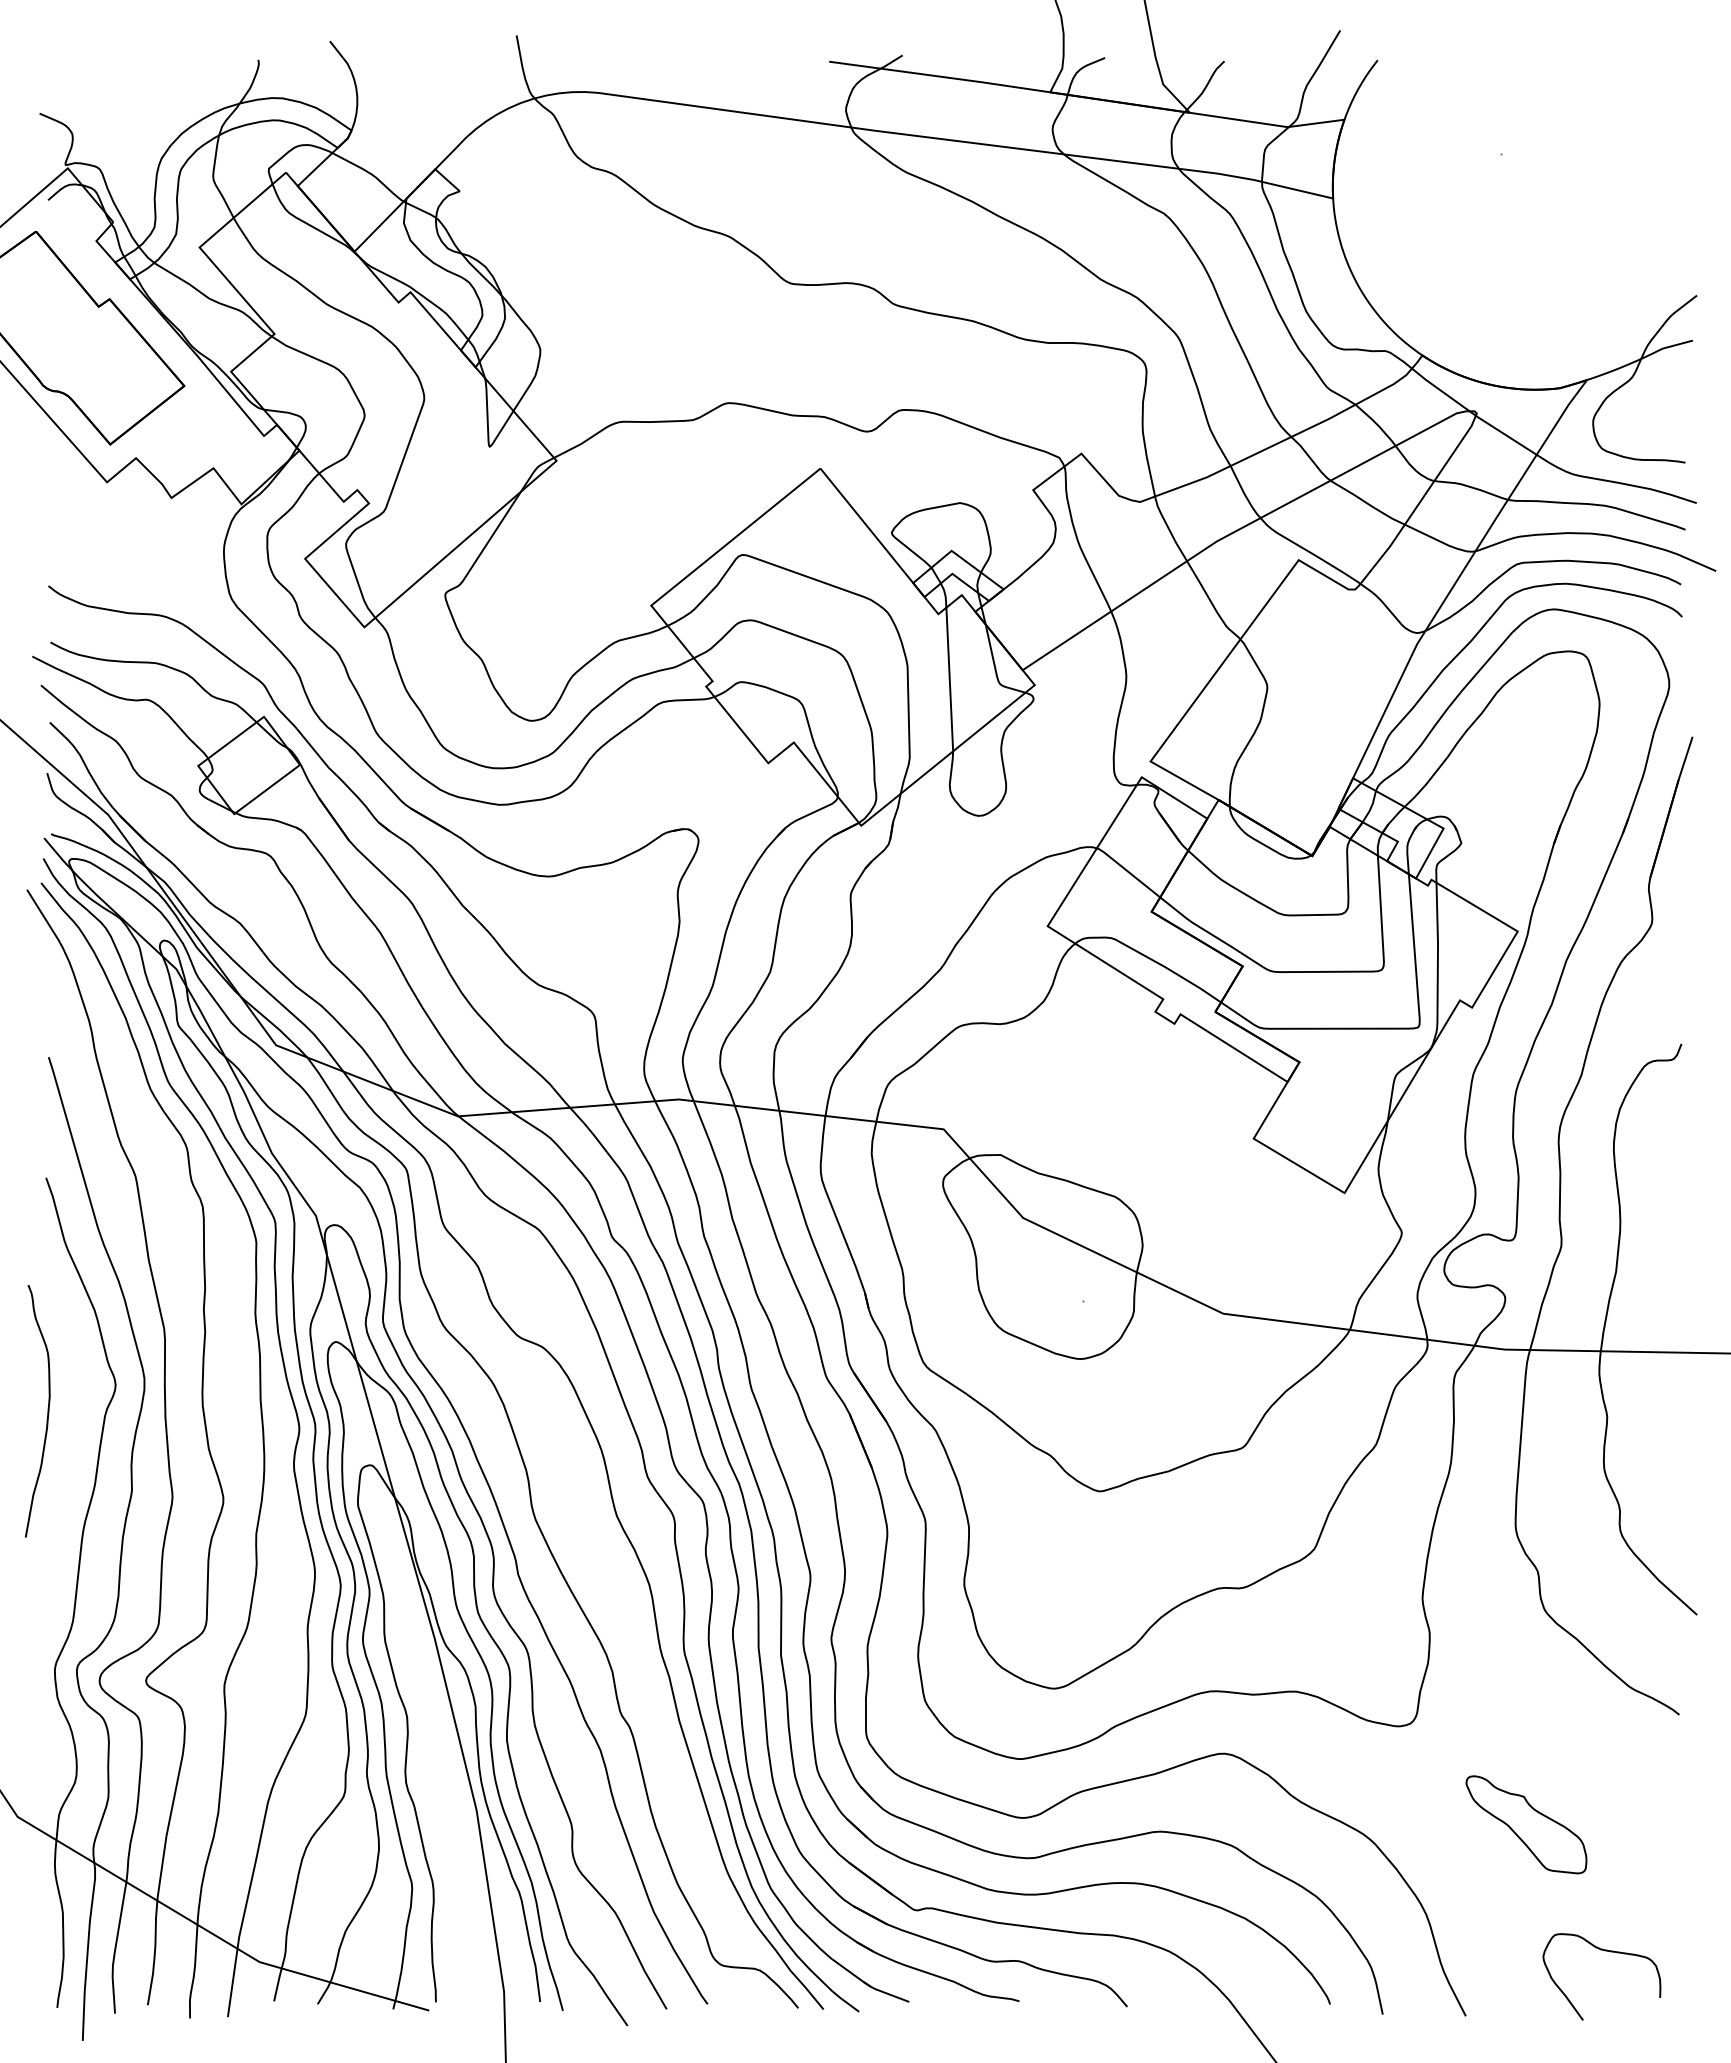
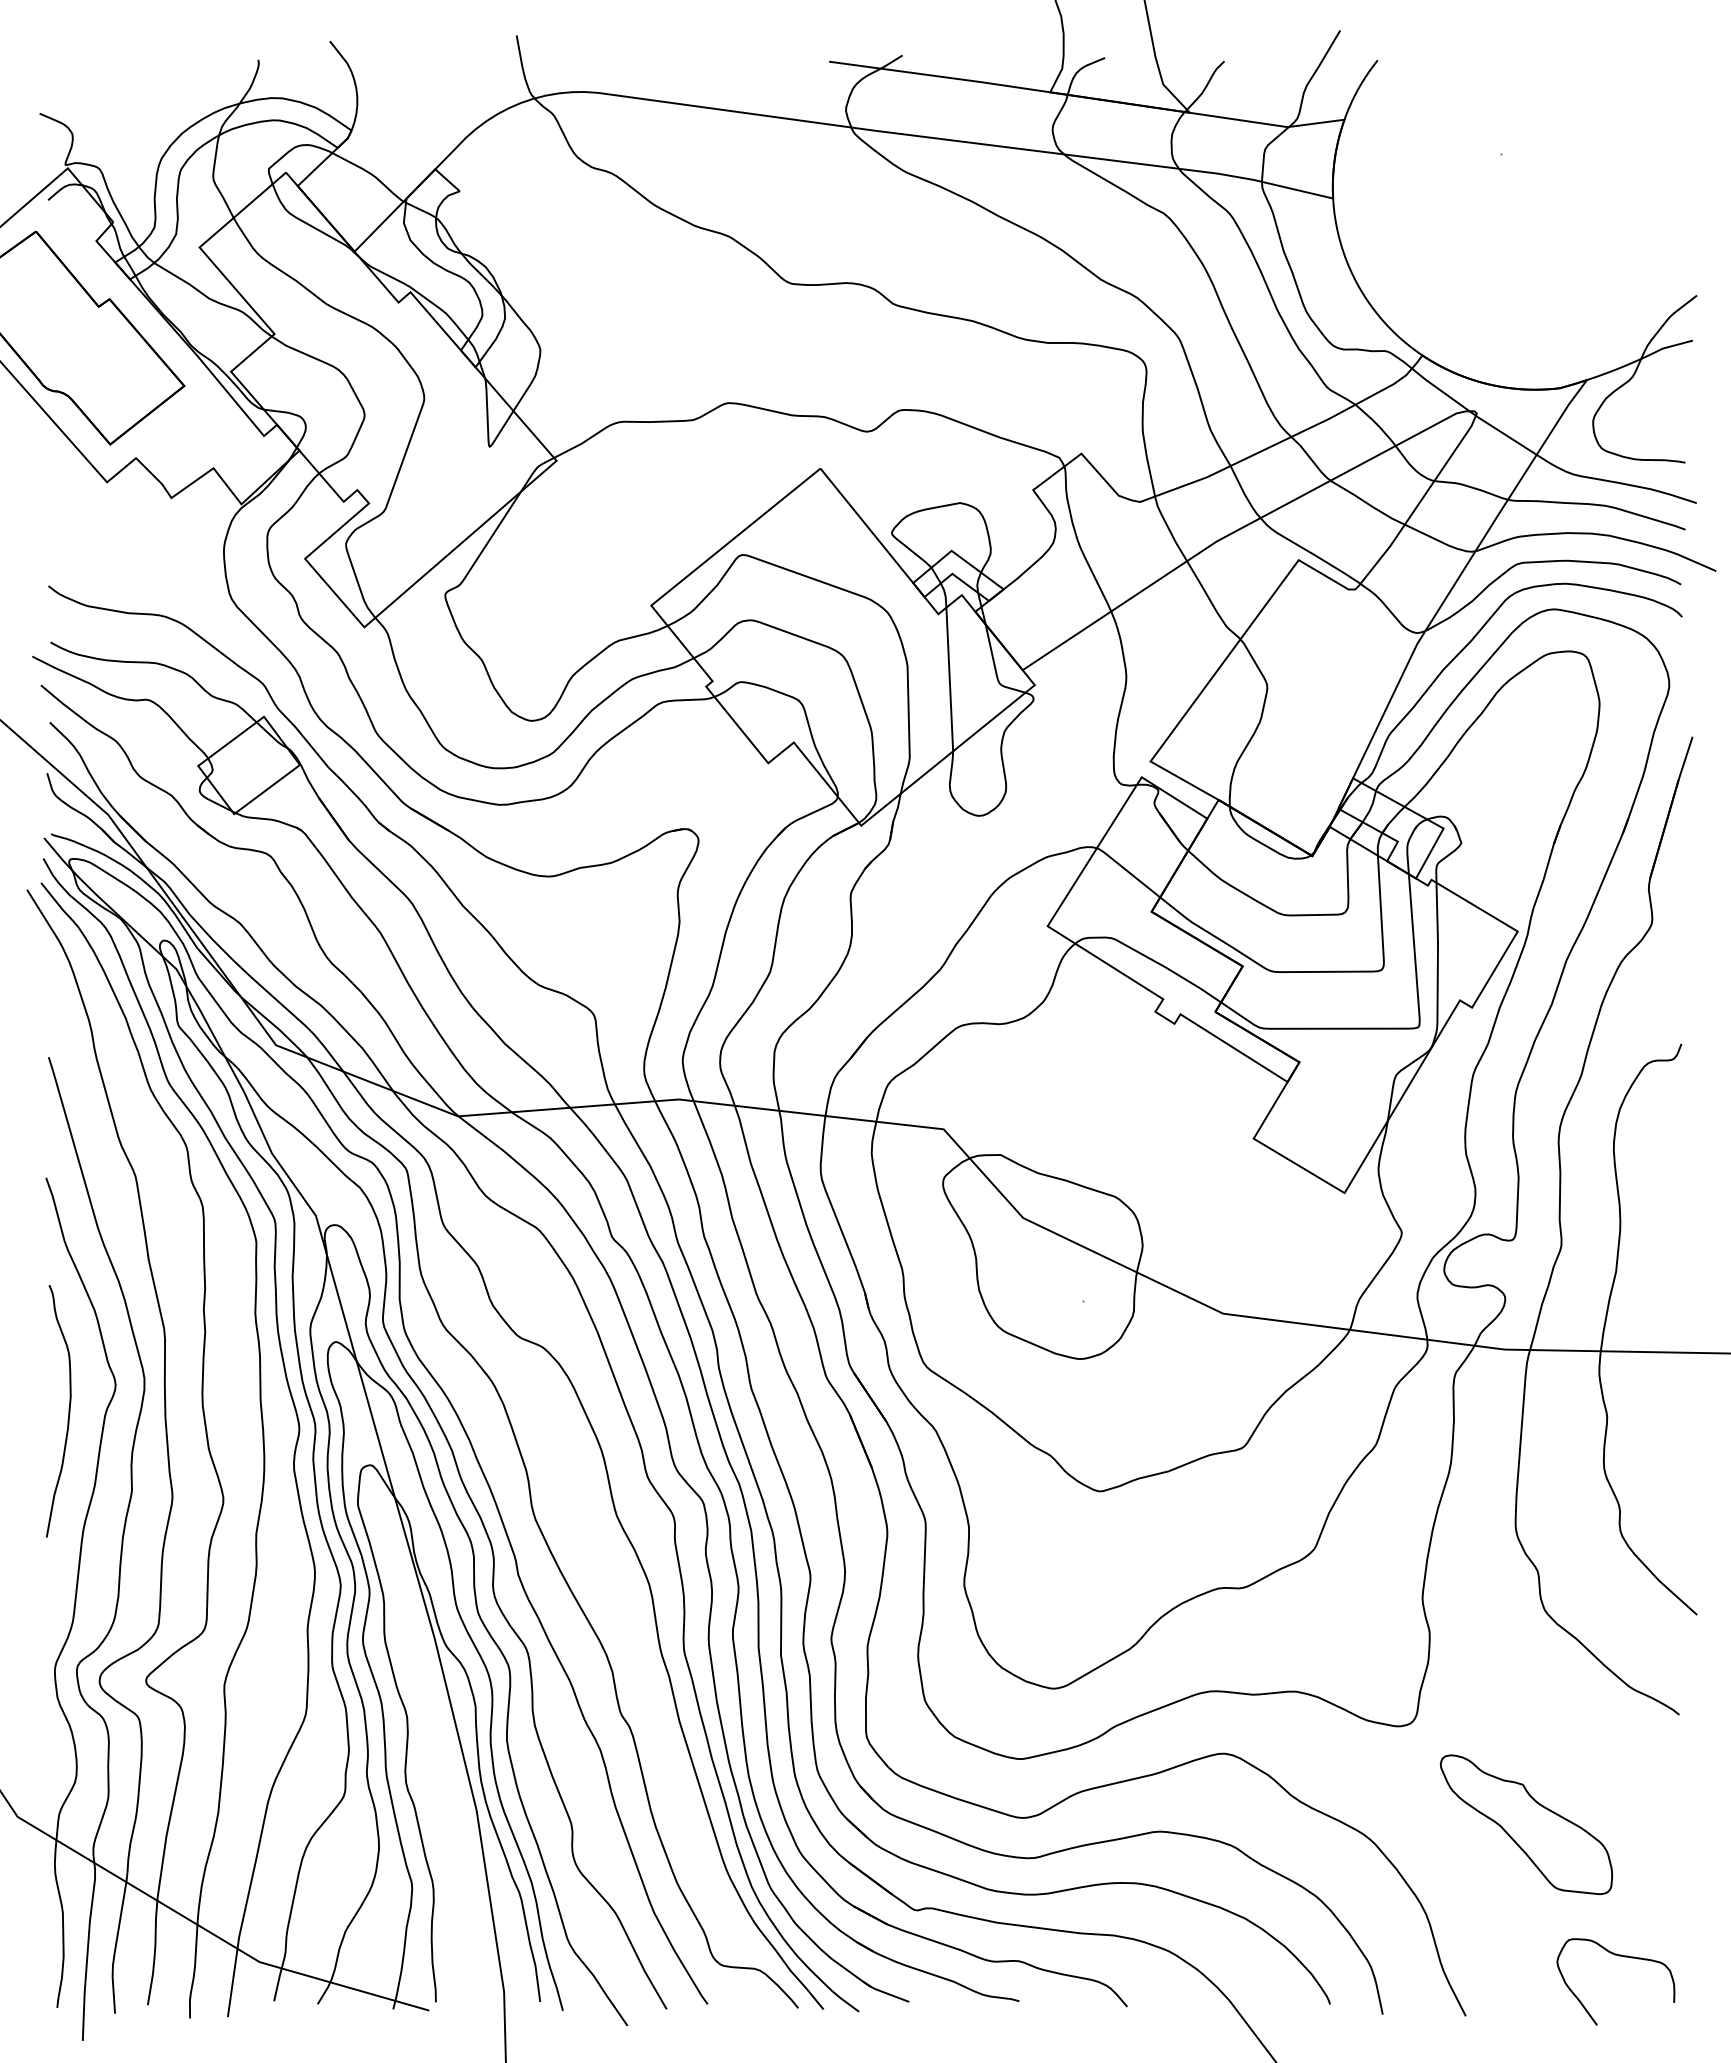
curve at (47, 1411) position: (47, 1411) -> (68, 1411)
part at (1526, 1824) size: 123x100 px -> 173x142 px
curve at (1604, 1951) position: (1604, 1951) -> (1618, 1956)
